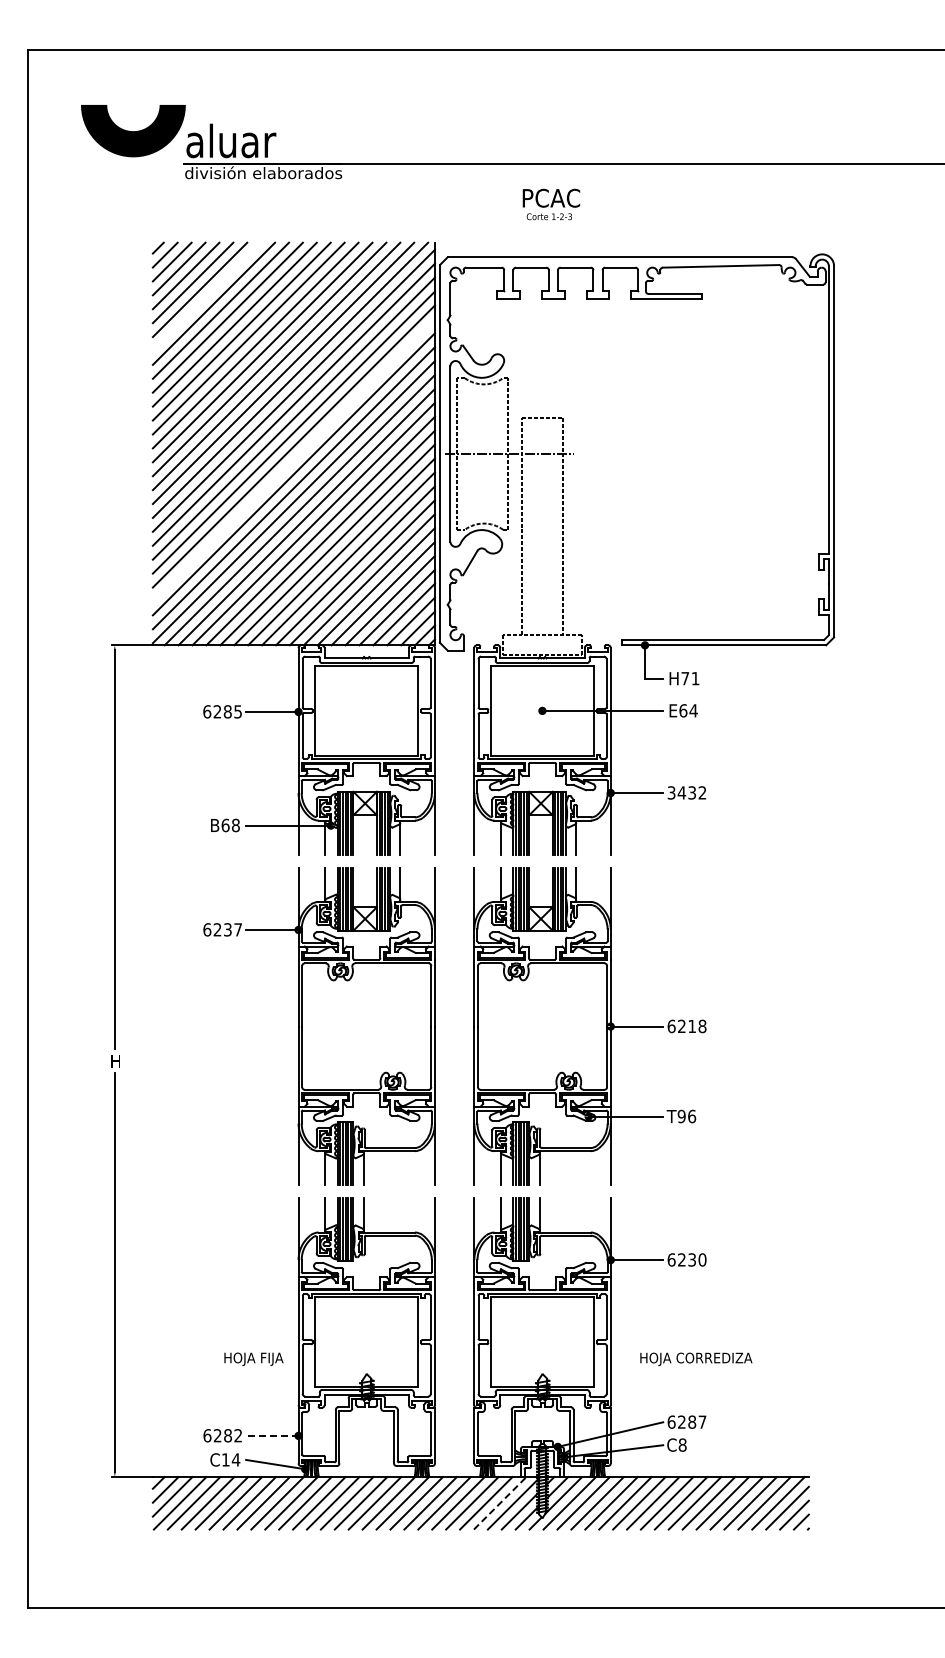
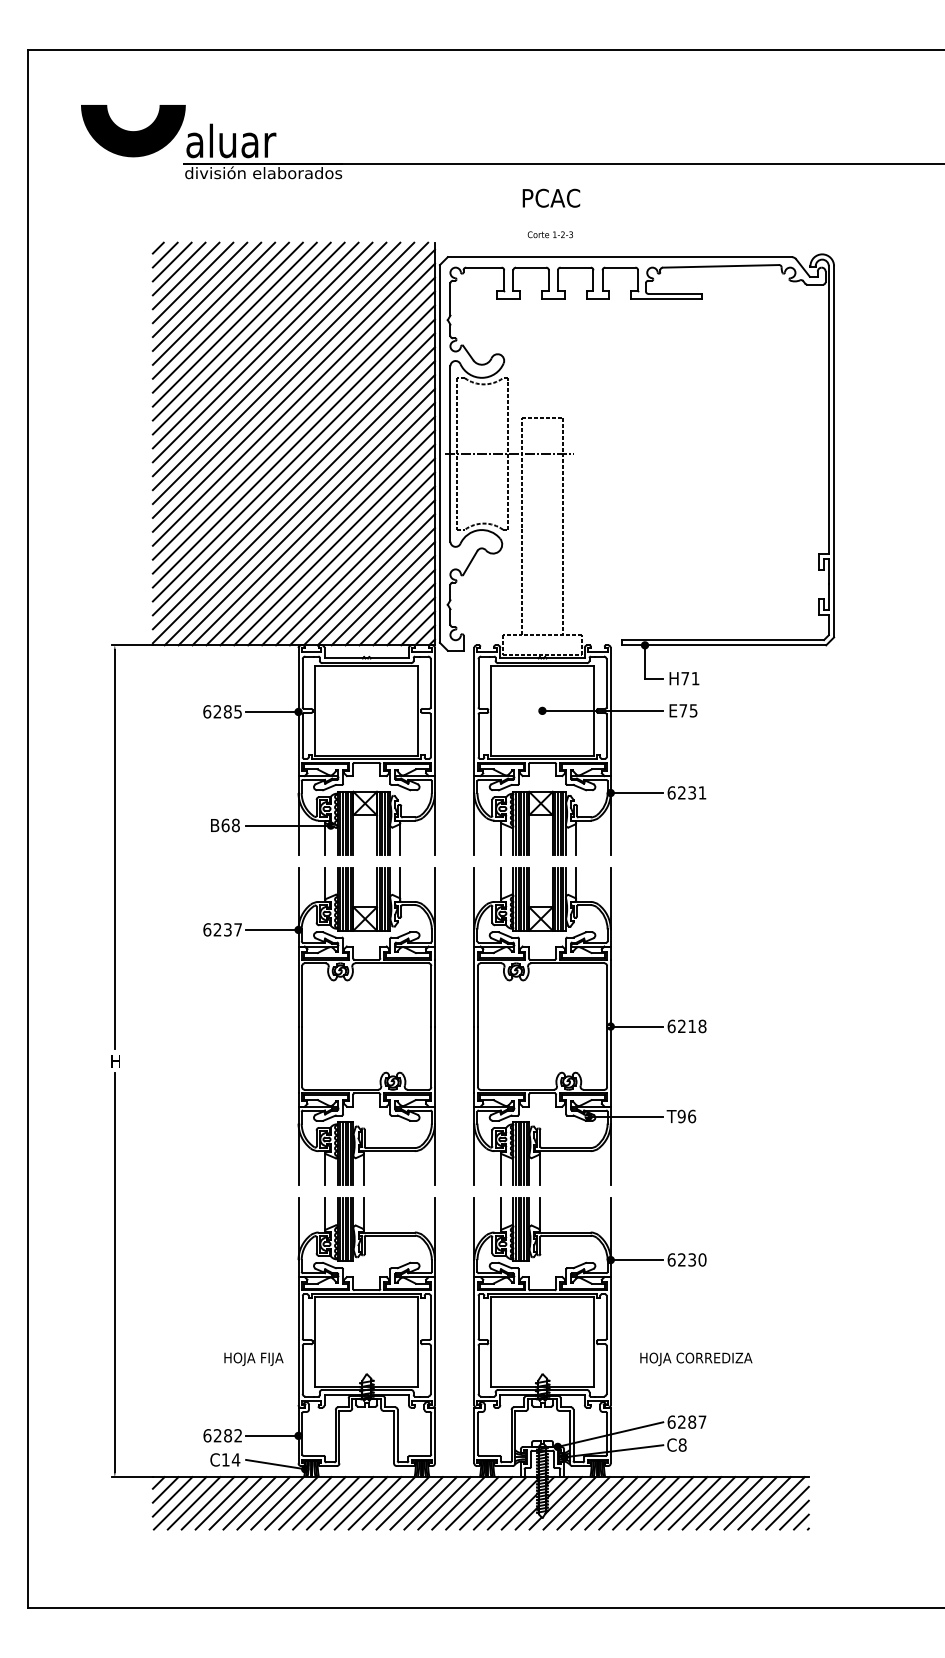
text at (548, 216) position: (548, 216) -> (549, 234)
line at (206, 296): none -> present
line at (293, 460): none -> present
text at (688, 710): E64 -> E75
text at (686, 792): 3432 -> 6231
line at (271, 1435): dashed -> solid
line at (500, 1502): dashed -> solid
